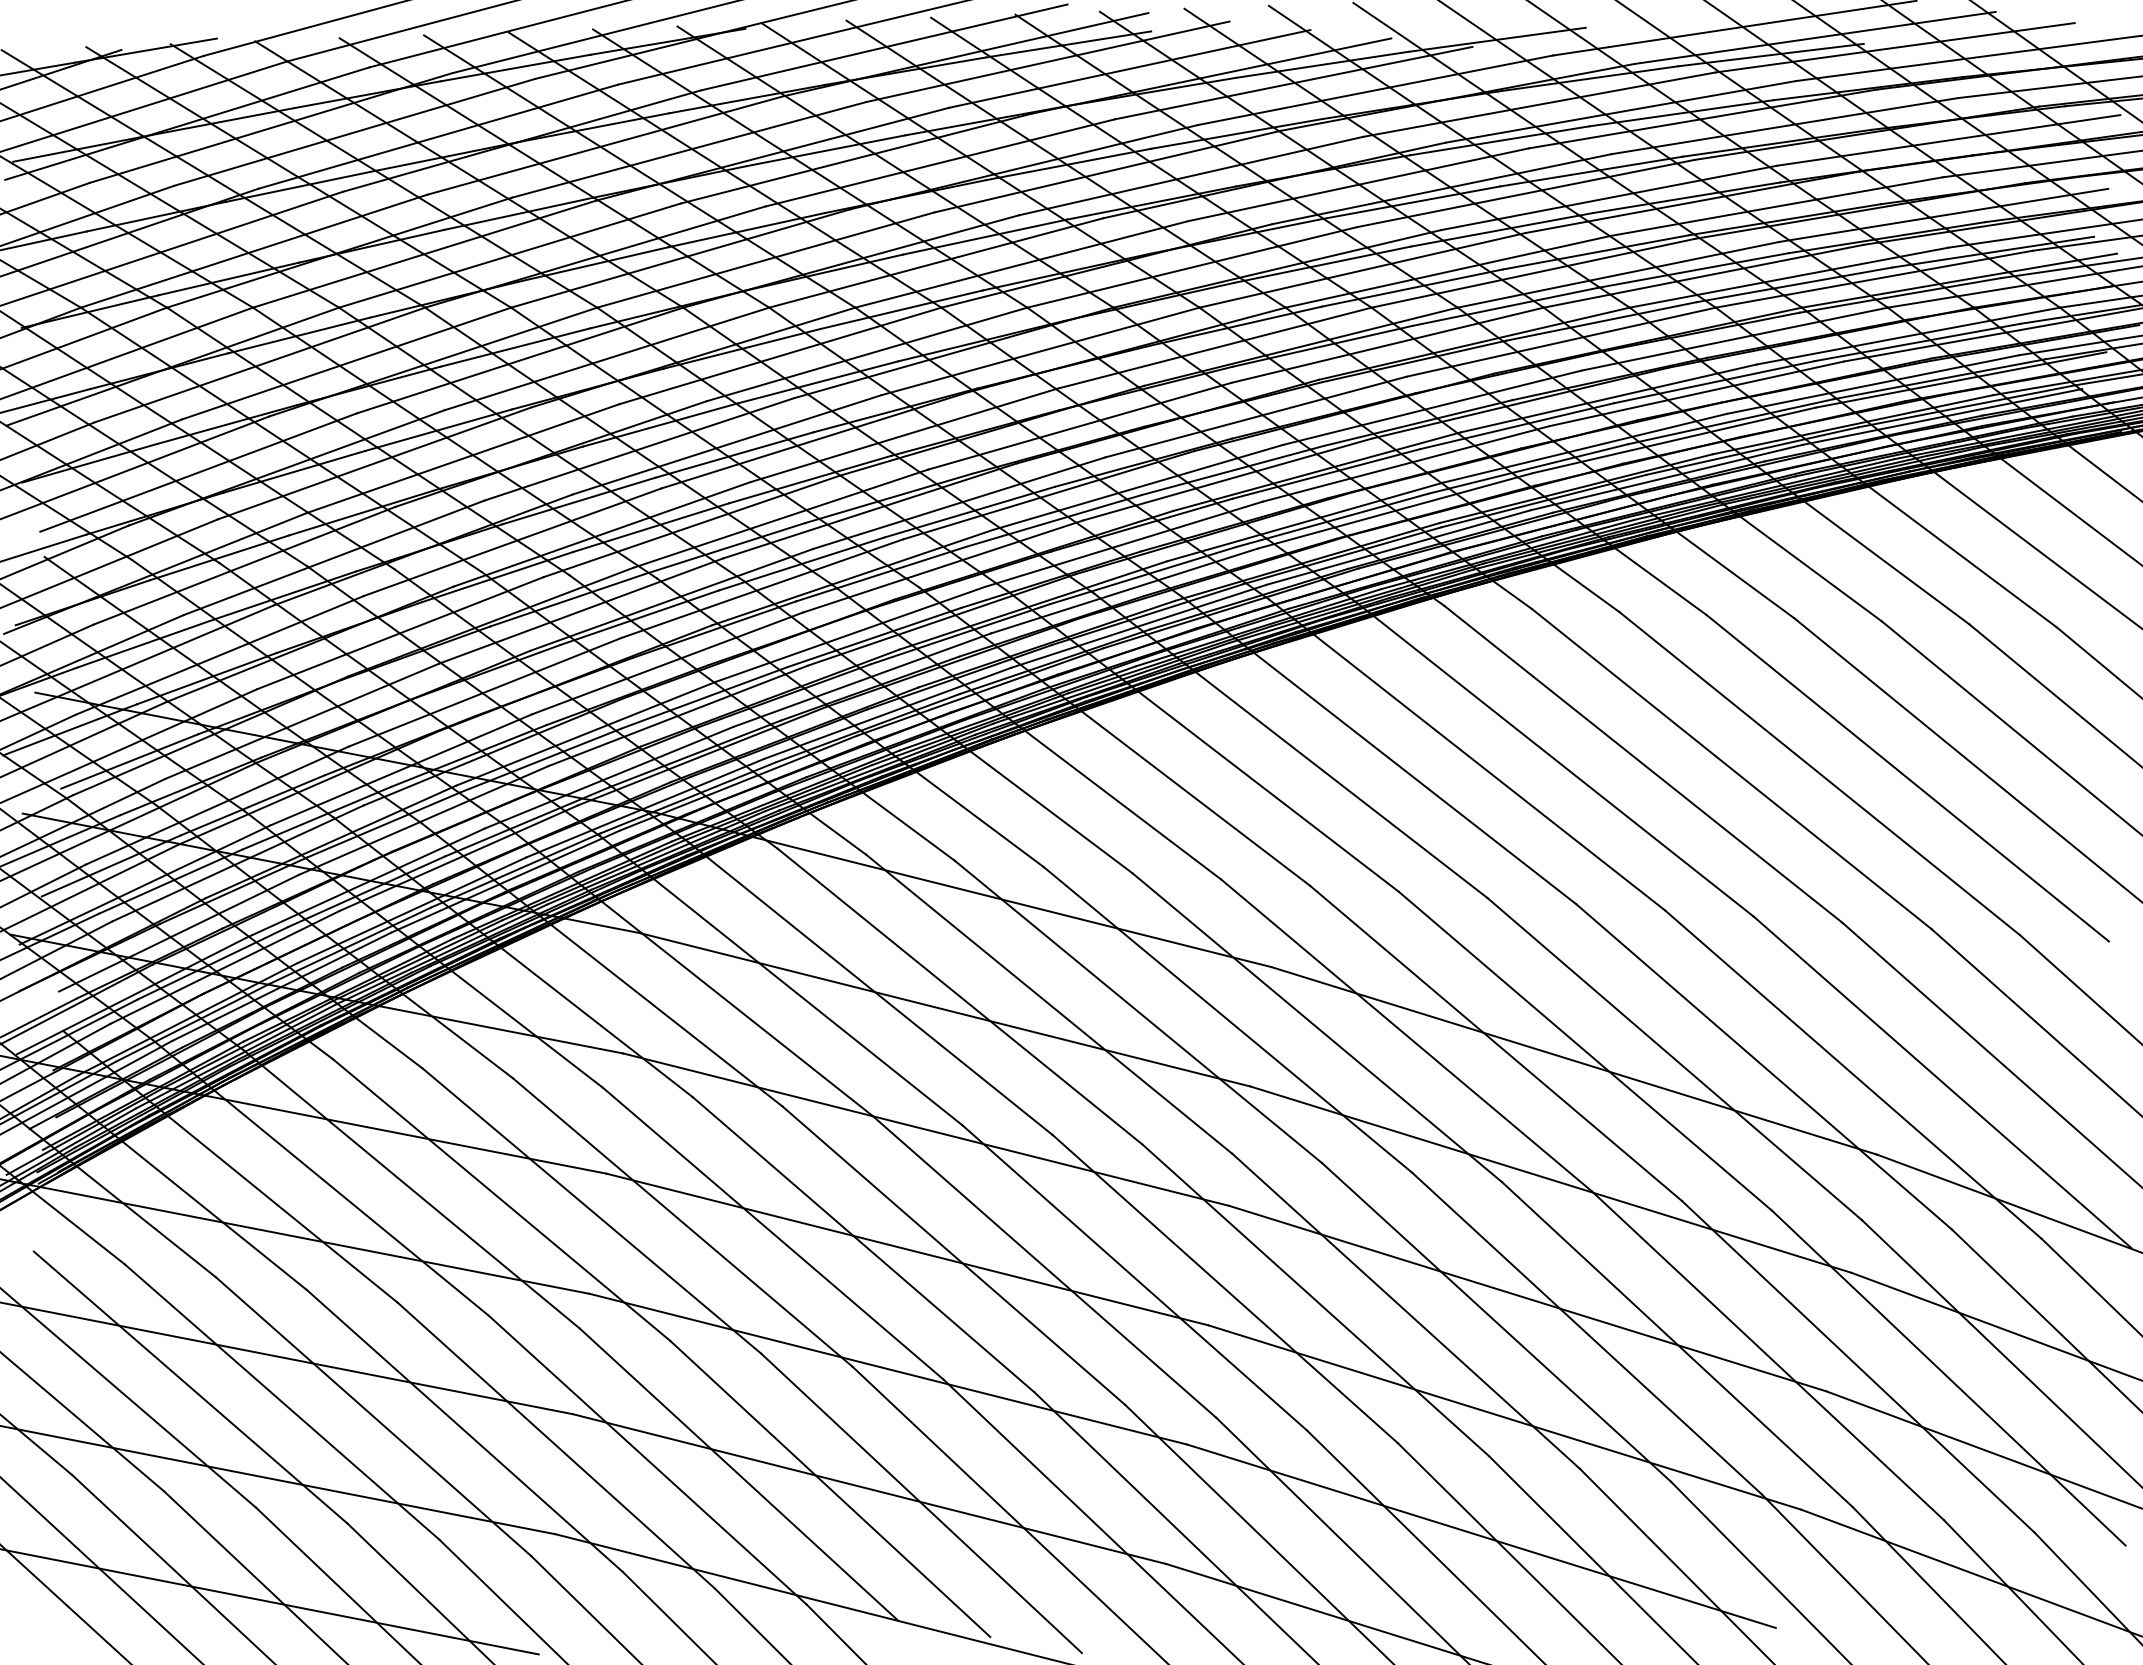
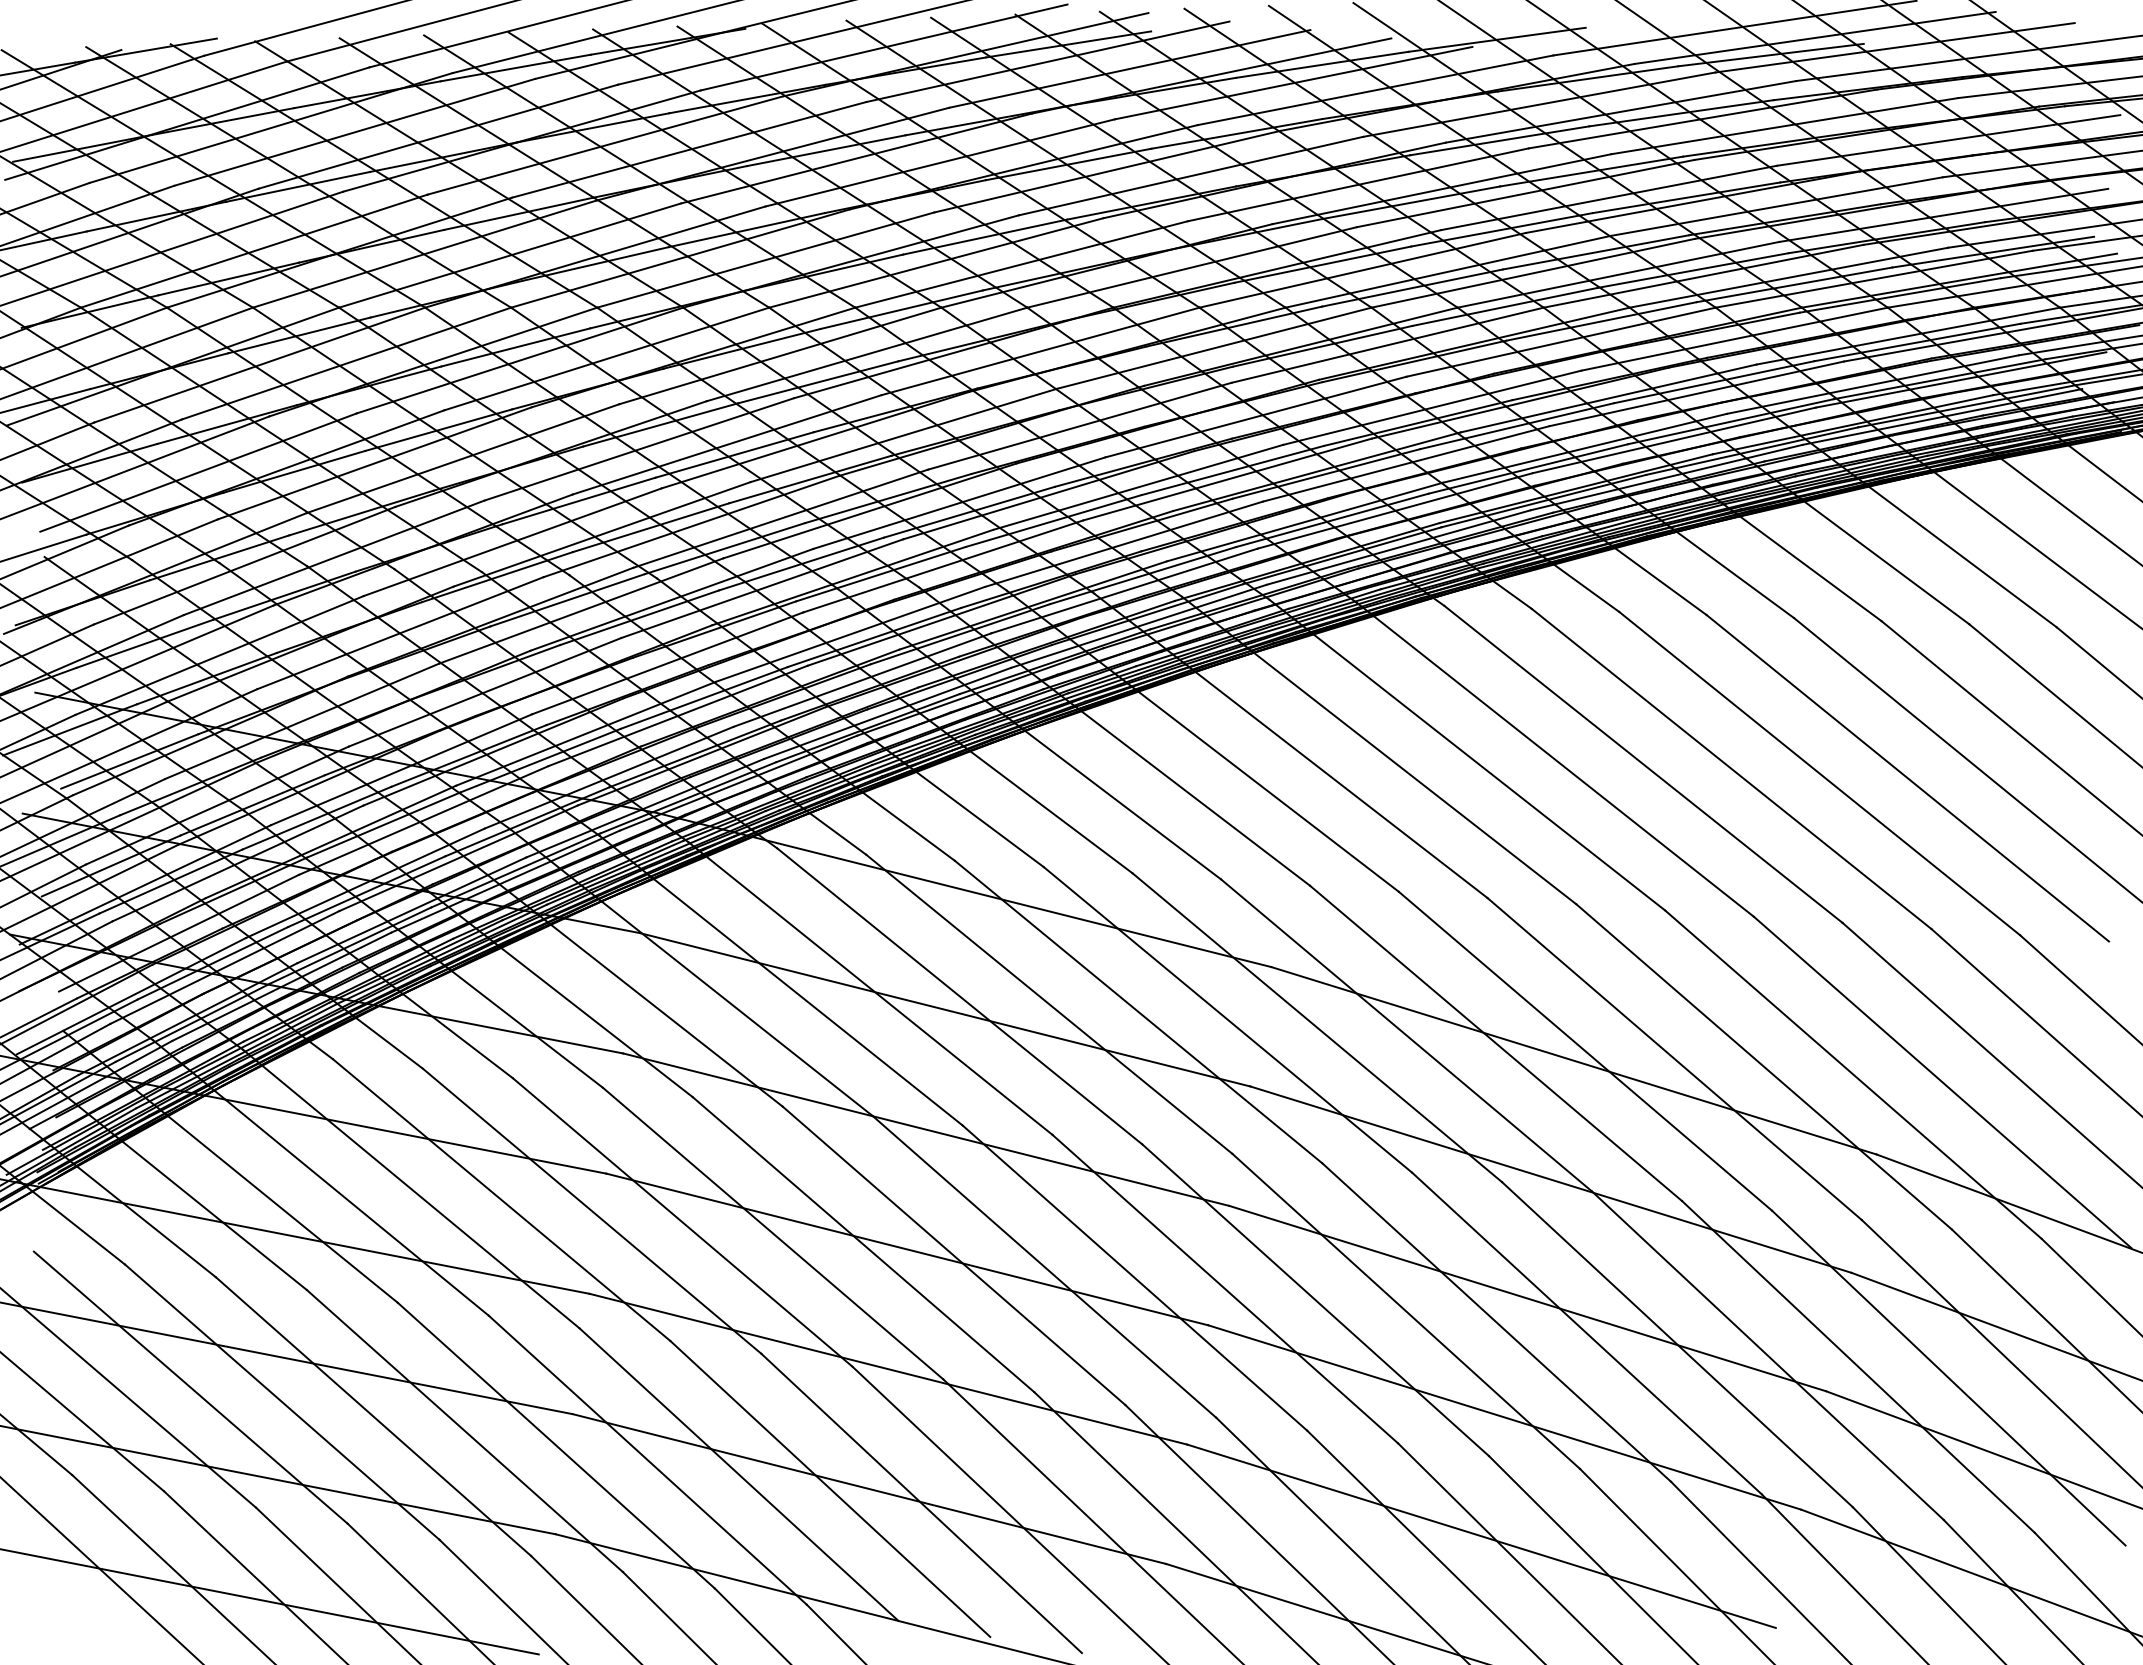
line at (65, 1603): present -> none
